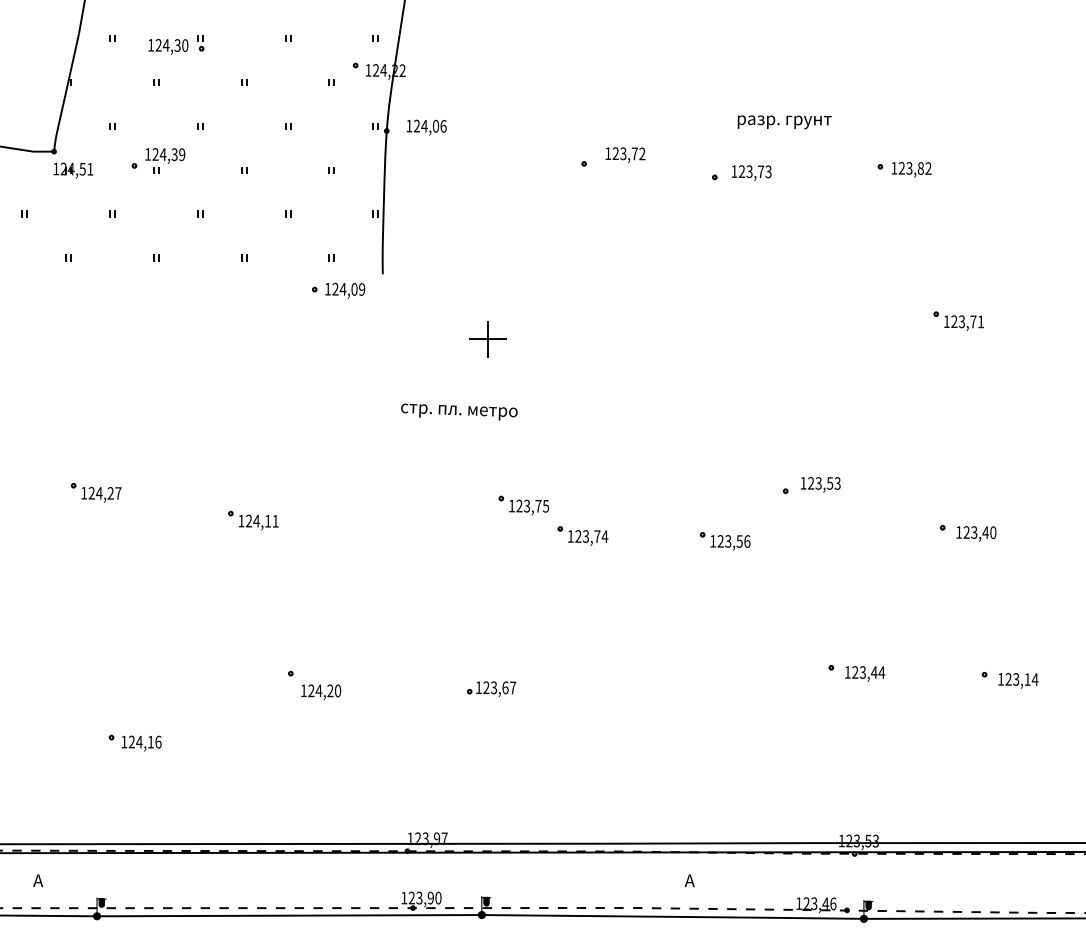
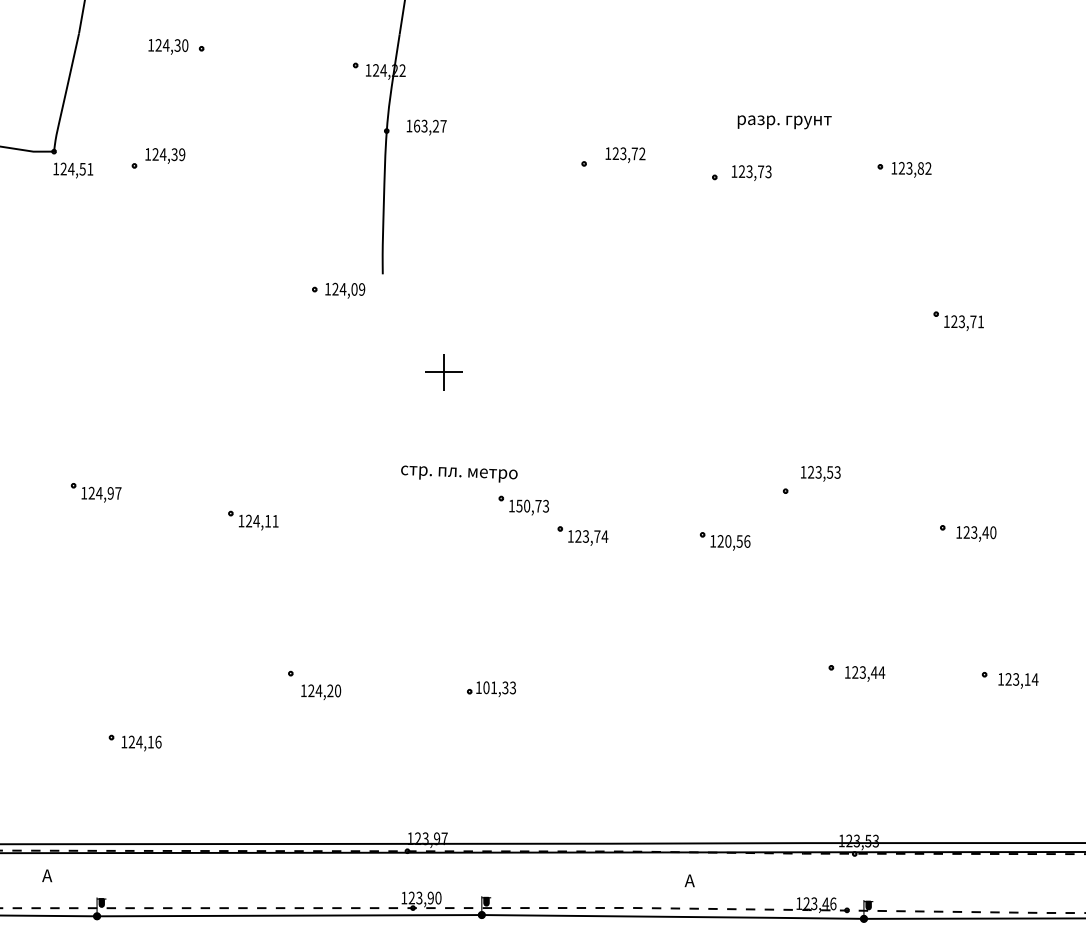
text at (429, 125): 124,06 -> 163,27
hatch at (200, 147): present -> none
part at (487, 339) position: (487, 339) -> (443, 372)
text at (459, 411) position: (459, 411) -> (459, 473)
text at (820, 484) position: (820, 484) -> (820, 473)
text at (110, 493): 124,27 -> 124,97
text at (532, 505): 123,75 -> 150,73
text at (728, 541): 123,56 -> 120,56
text at (499, 687): 123,67 -> 101,33
text at (38, 880) position: (38, 880) -> (47, 875)
